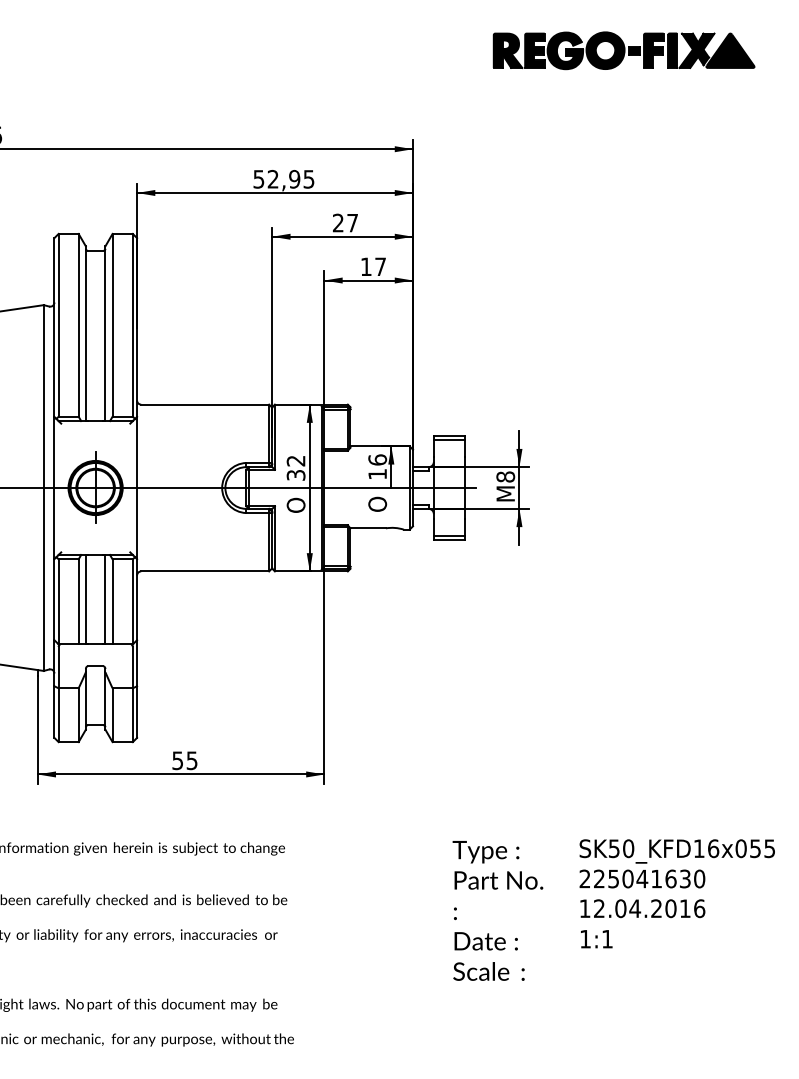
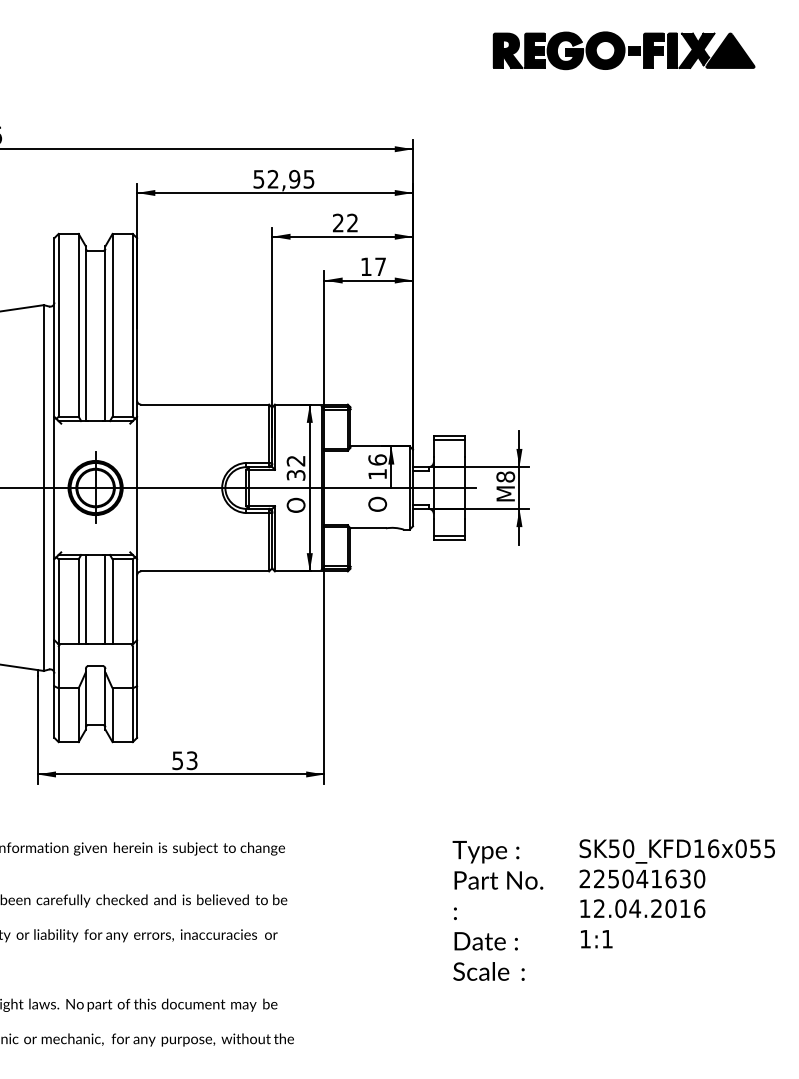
text at (352, 222): 27 -> 22
text at (192, 760): 55 -> 53
